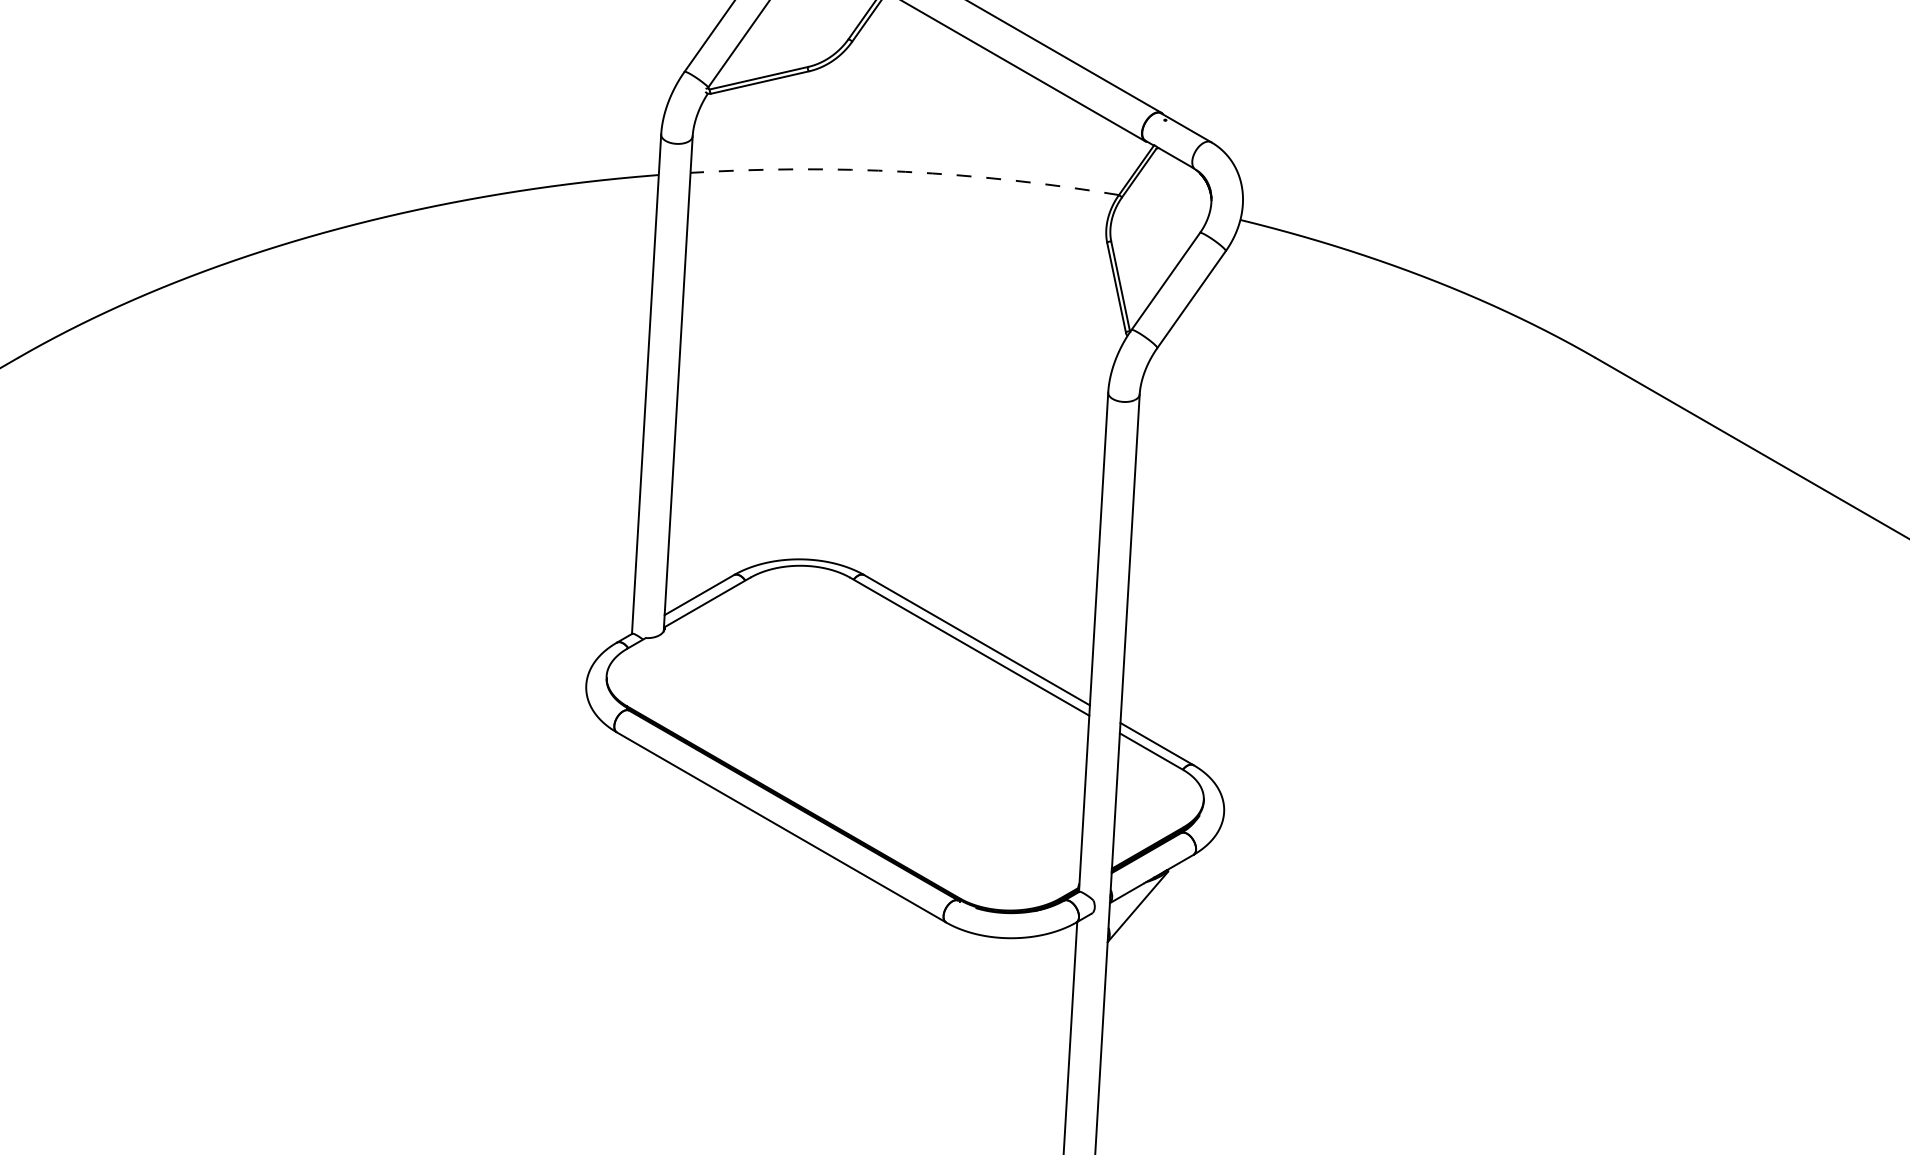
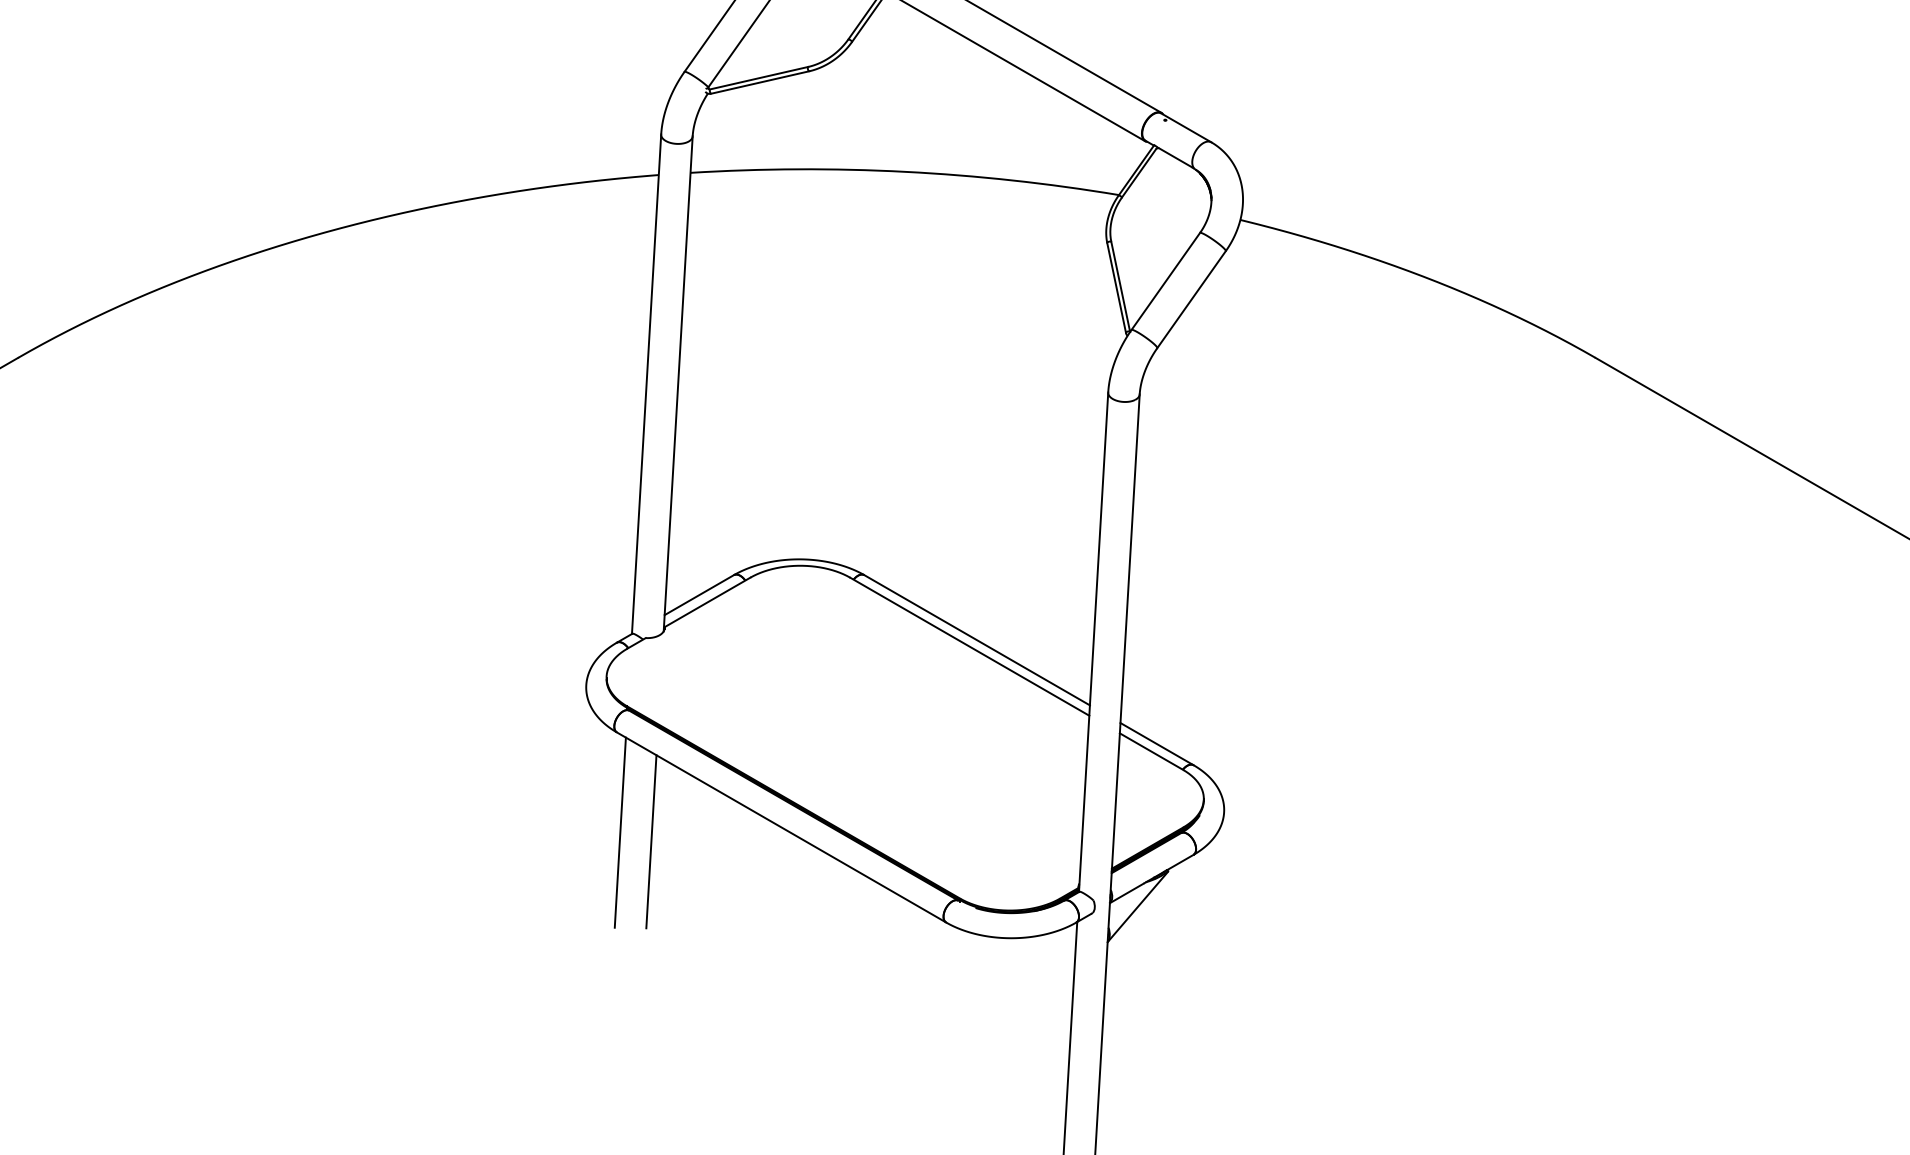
arc at (905, 171): dashed -> solid
line at (619, 832): none -> present
line at (651, 841): none -> present
